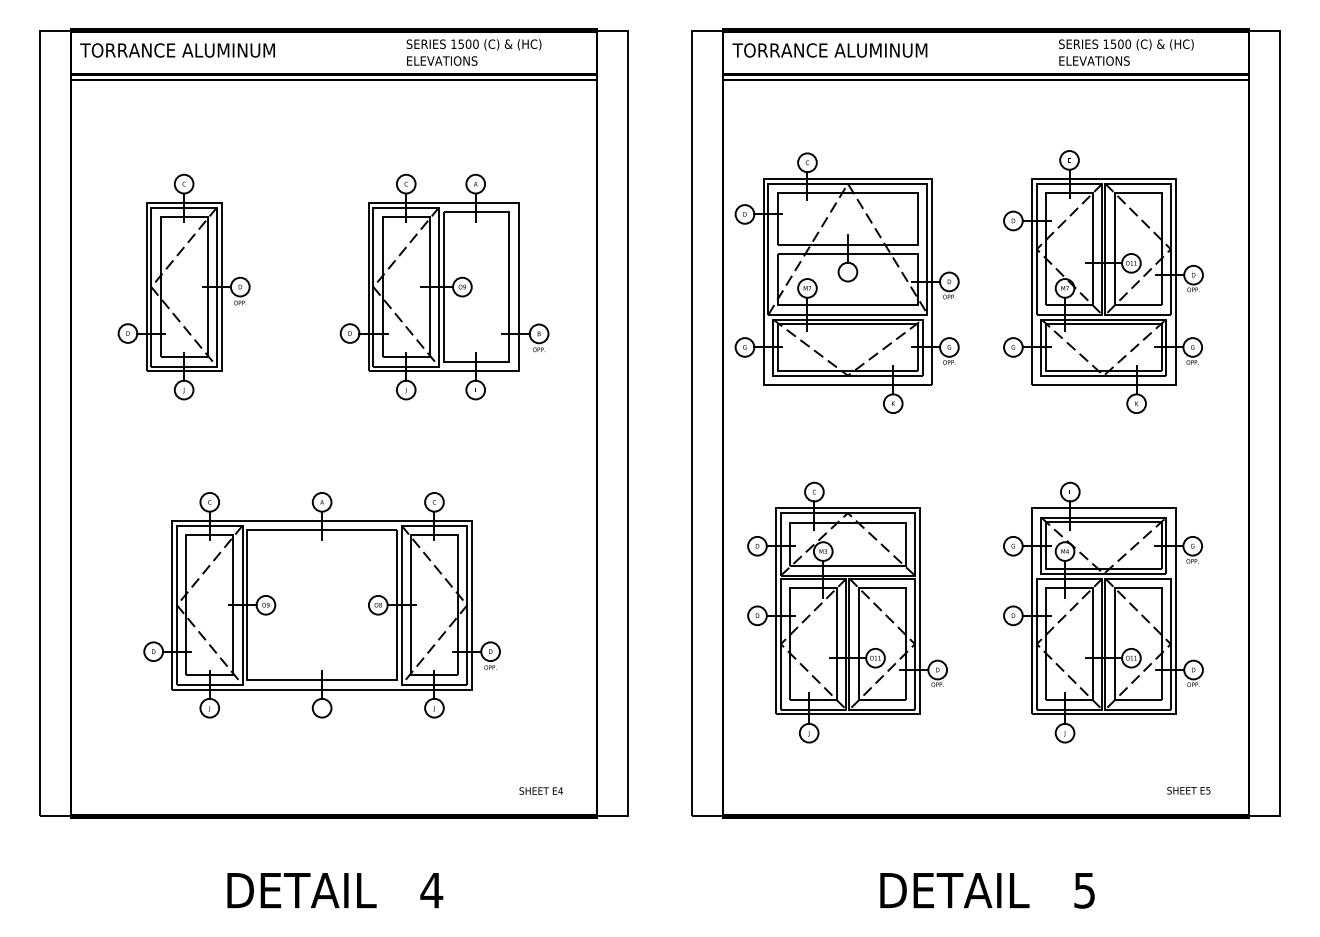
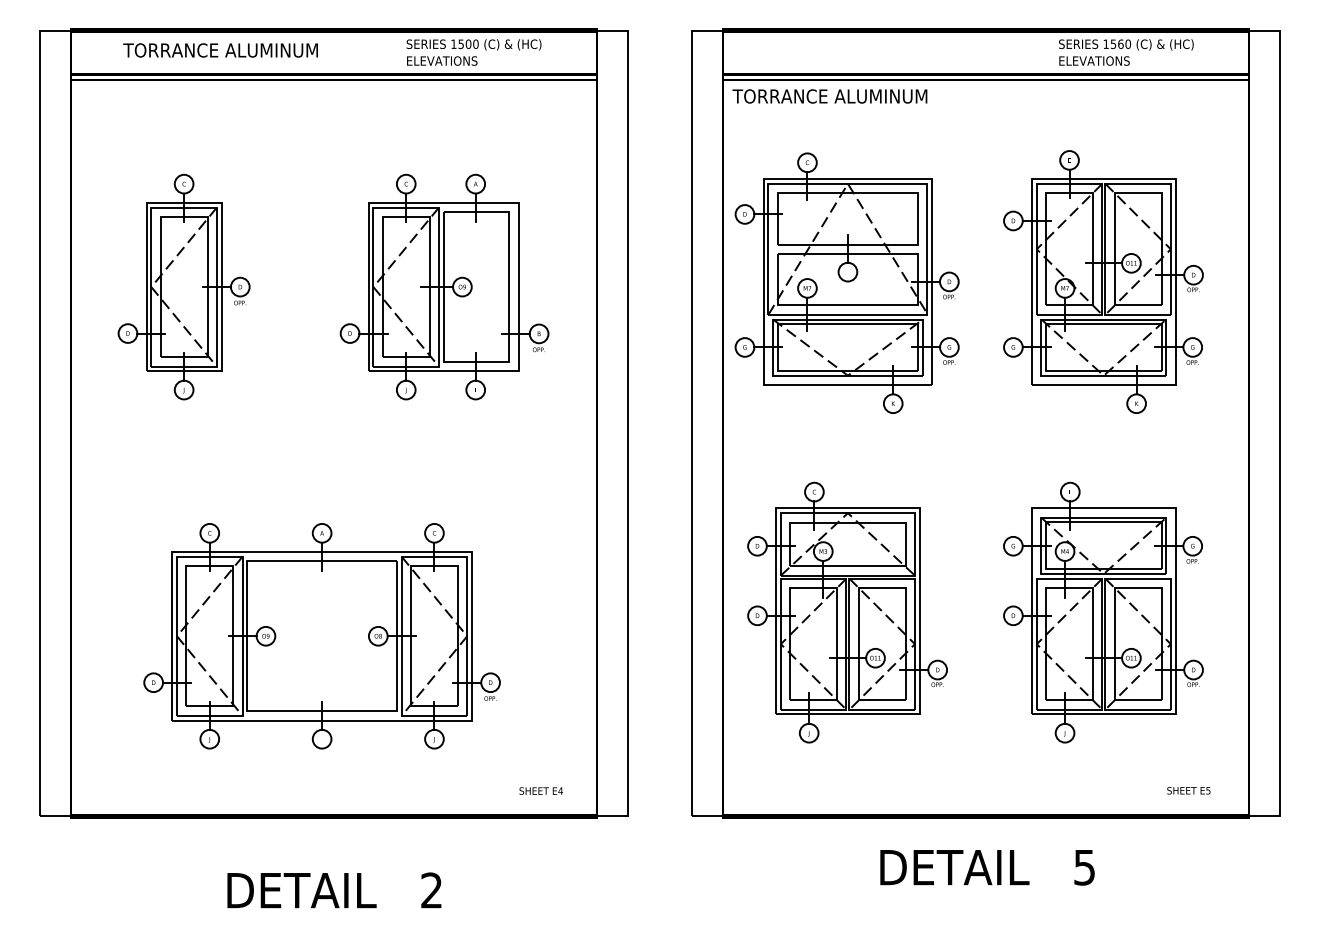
text at (1120, 43): 1500 -> 1560
text at (177, 50) position: (177, 50) -> (220, 50)
text at (829, 50) position: (829, 50) -> (829, 96)
part at (321, 605) position: (321, 605) -> (321, 636)
text at (431, 890): 4 -> 2
text at (987, 890) position: (987, 890) -> (987, 867)
